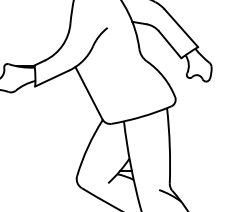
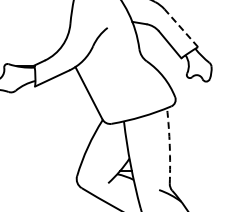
line at (181, 27): solid -> dashed
arc at (169, 145): solid -> dashed
